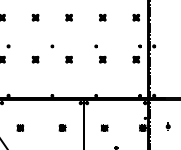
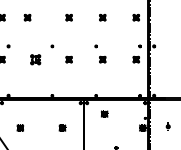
part at (35, 17) position: (35, 17) -> (27, 17)
part at (35, 59) size: 9x9 px -> 12x12 px
part at (104, 127) position: (104, 127) -> (104, 113)
